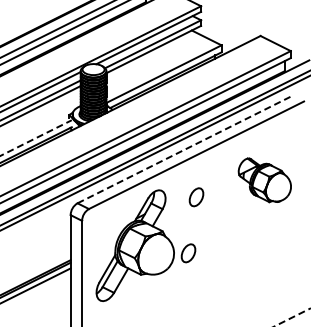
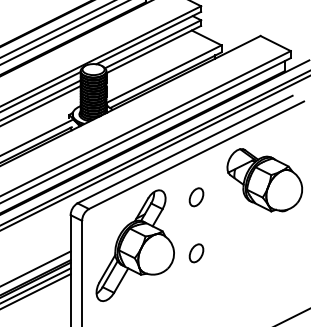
line at (36, 138): dashed -> solid
line at (185, 149): dashed -> solid
part at (264, 180) size: 55x47 px -> 78x65 px
part at (188, 253) position: (188, 253) -> (196, 253)
line at (36, 268): none -> present
line at (36, 291): none -> present
line at (293, 317): dashed -> solid
